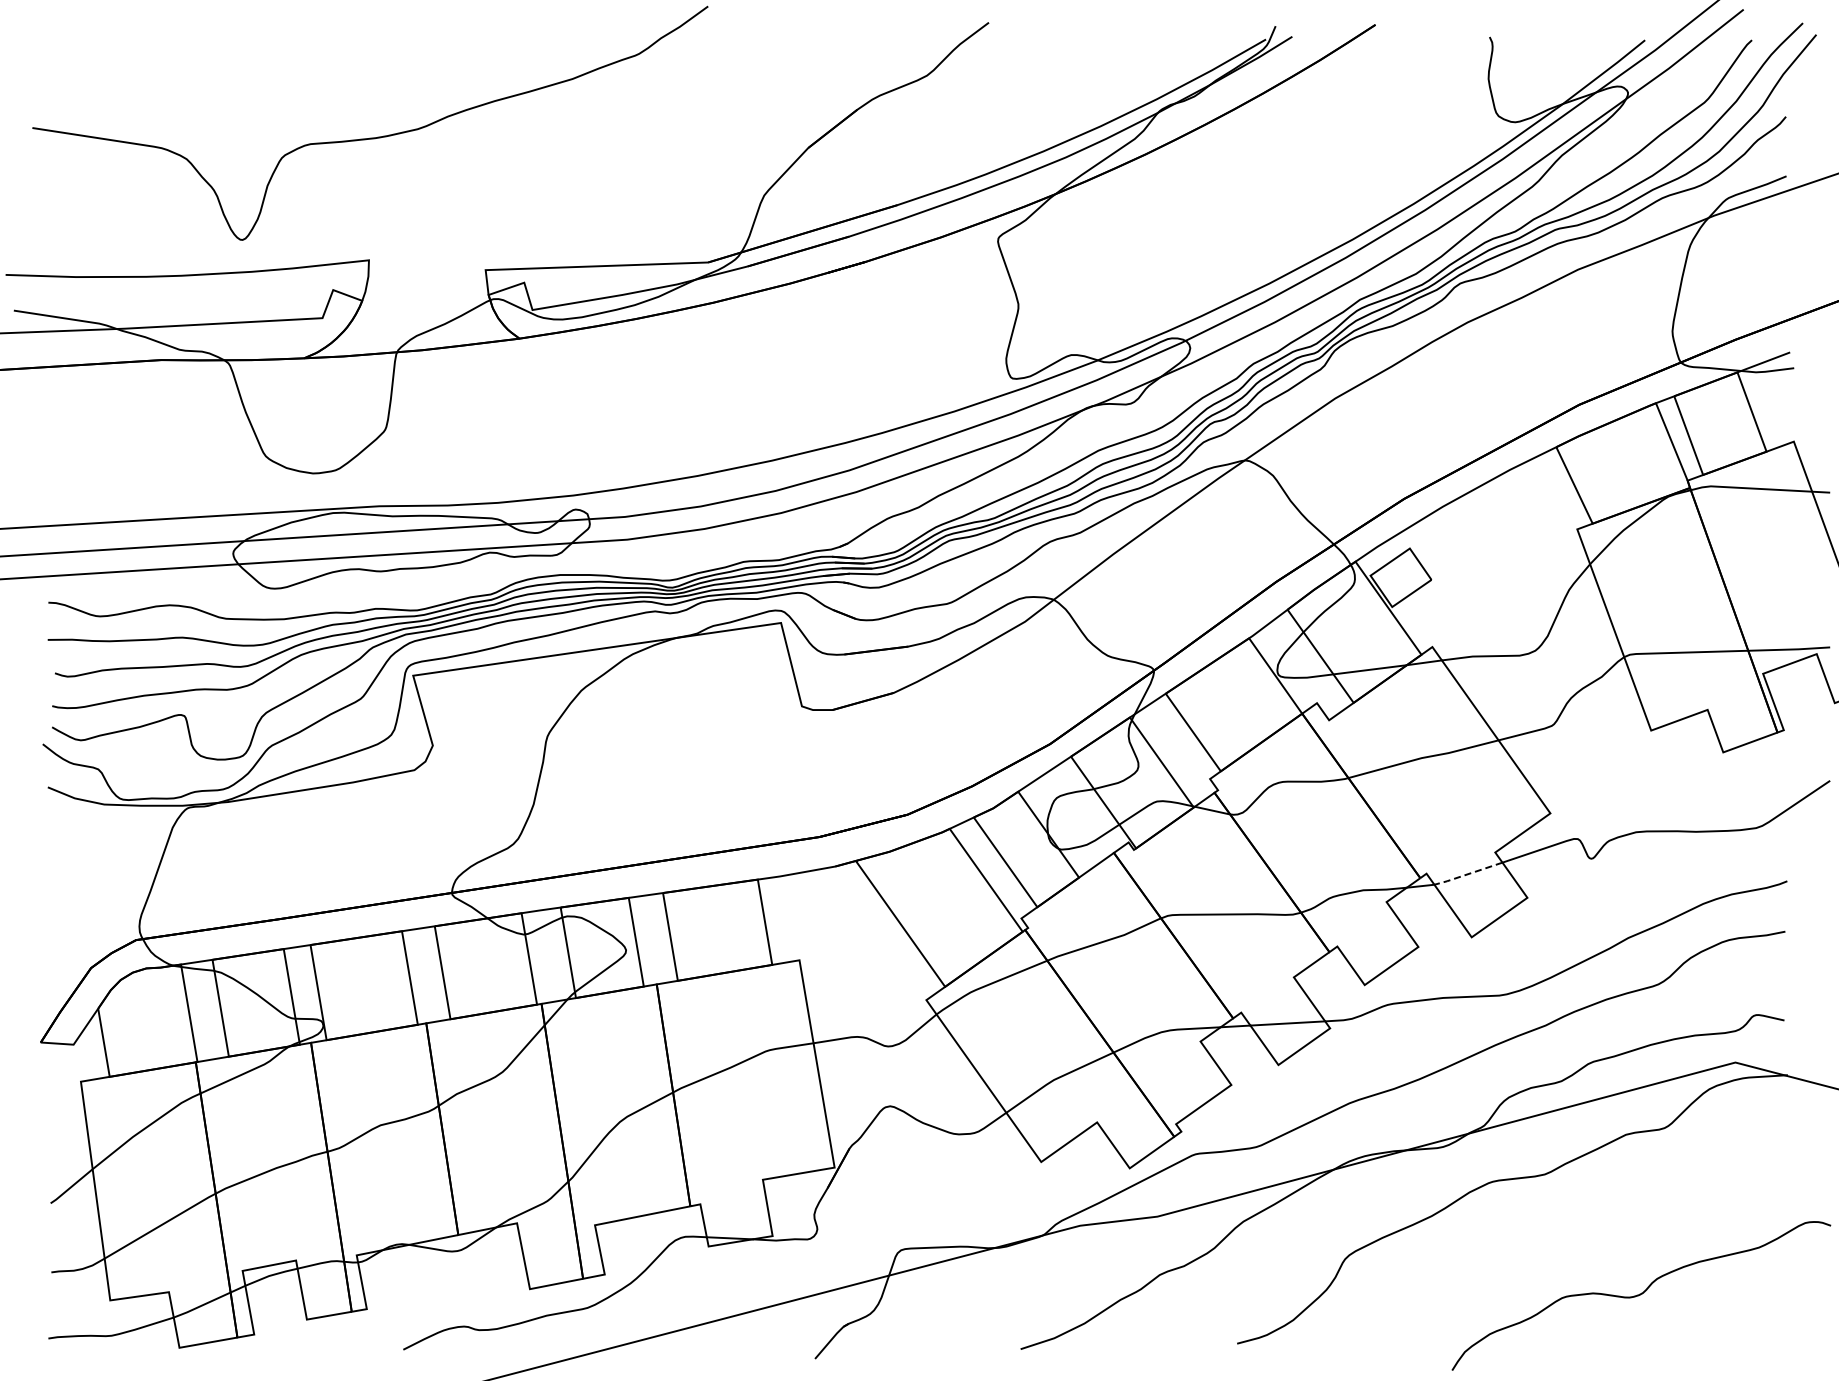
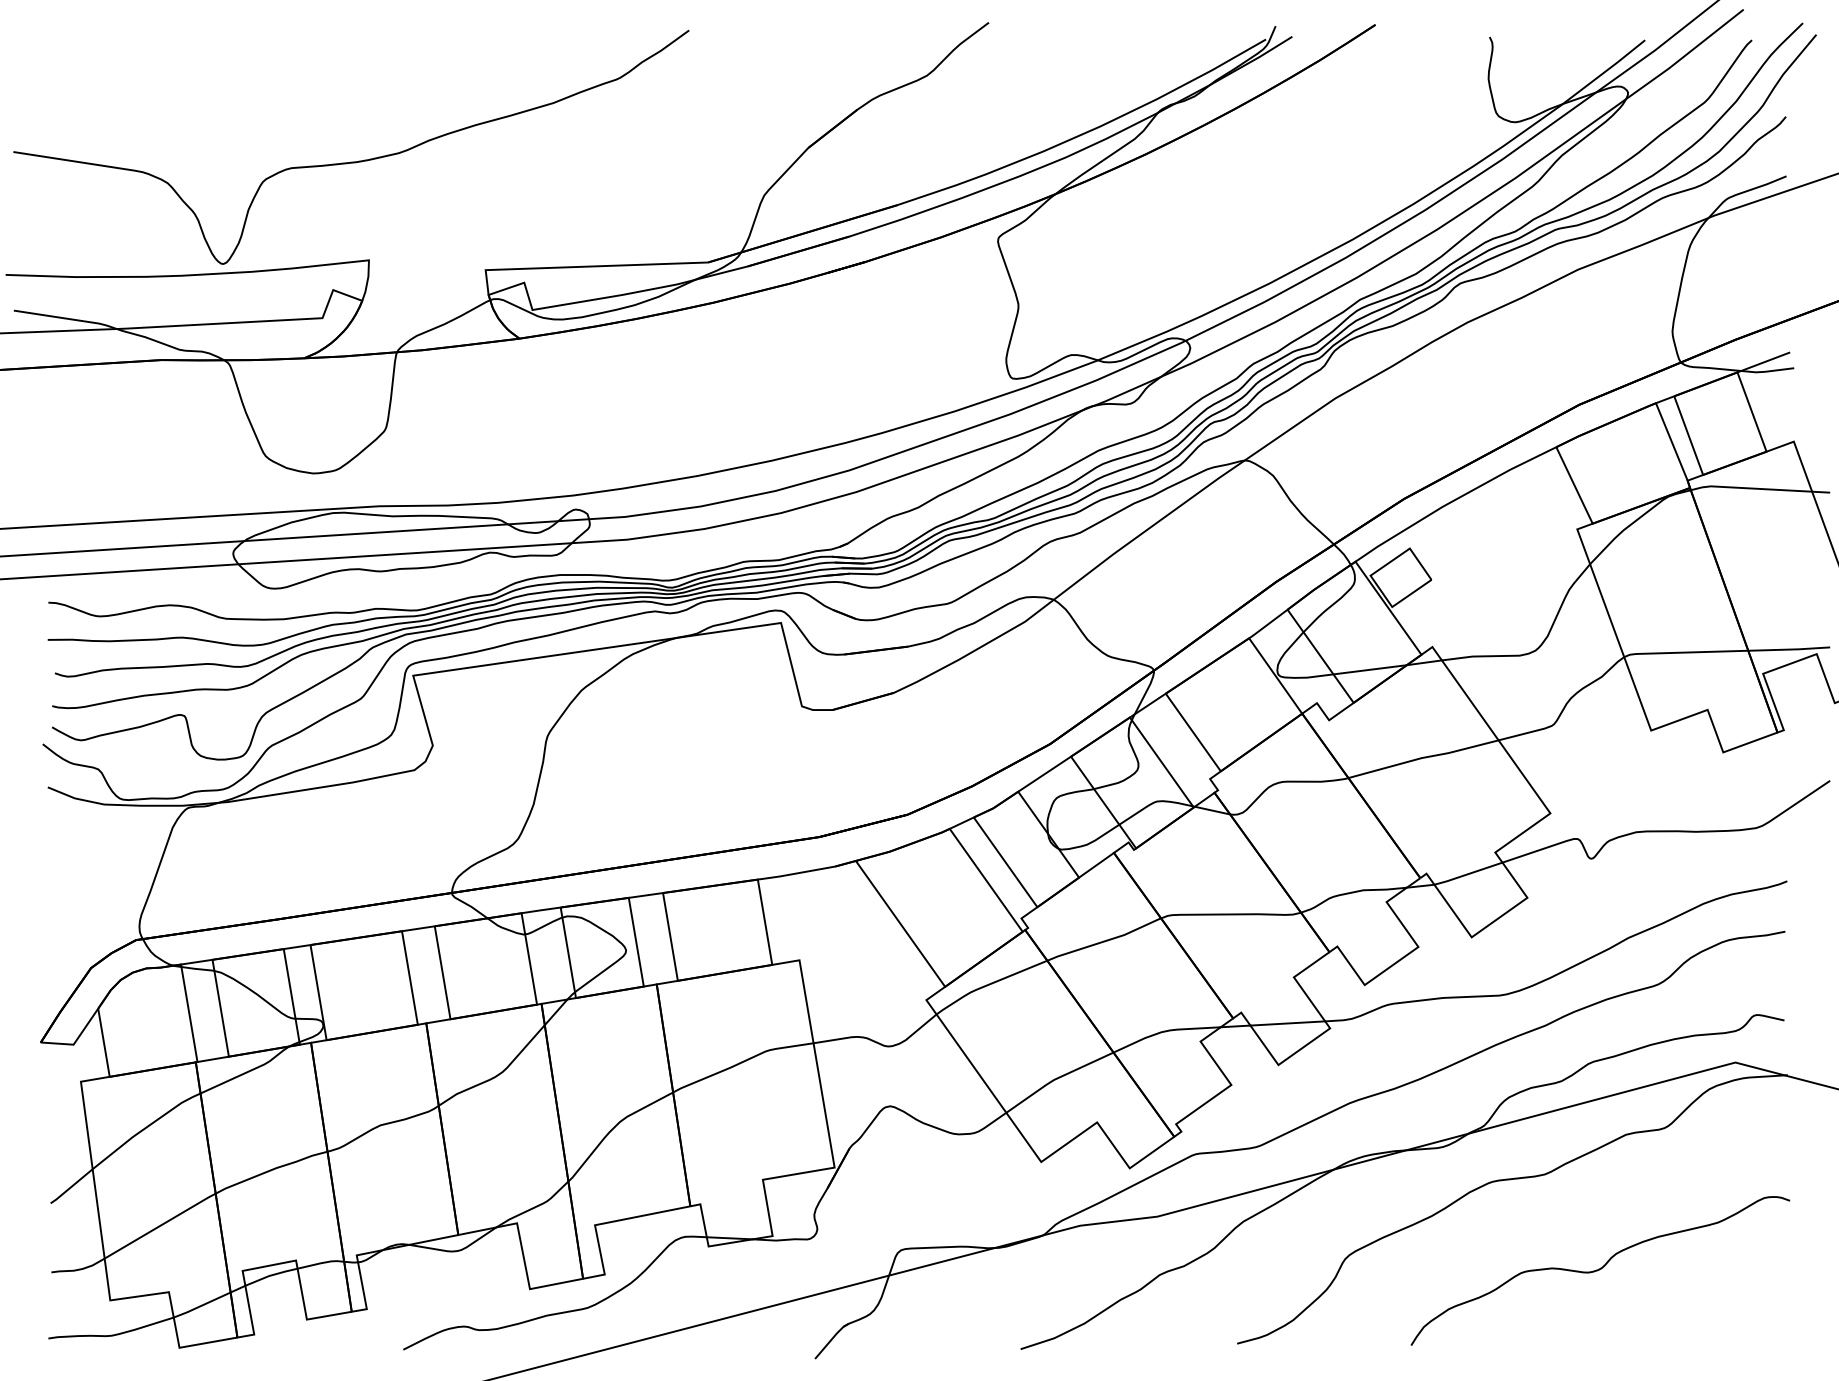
curve at (370, 137) position: (370, 137) -> (351, 161)
line at (1467, 874): dashed -> solid
curve at (1641, 1294) position: (1641, 1294) -> (1600, 1269)
